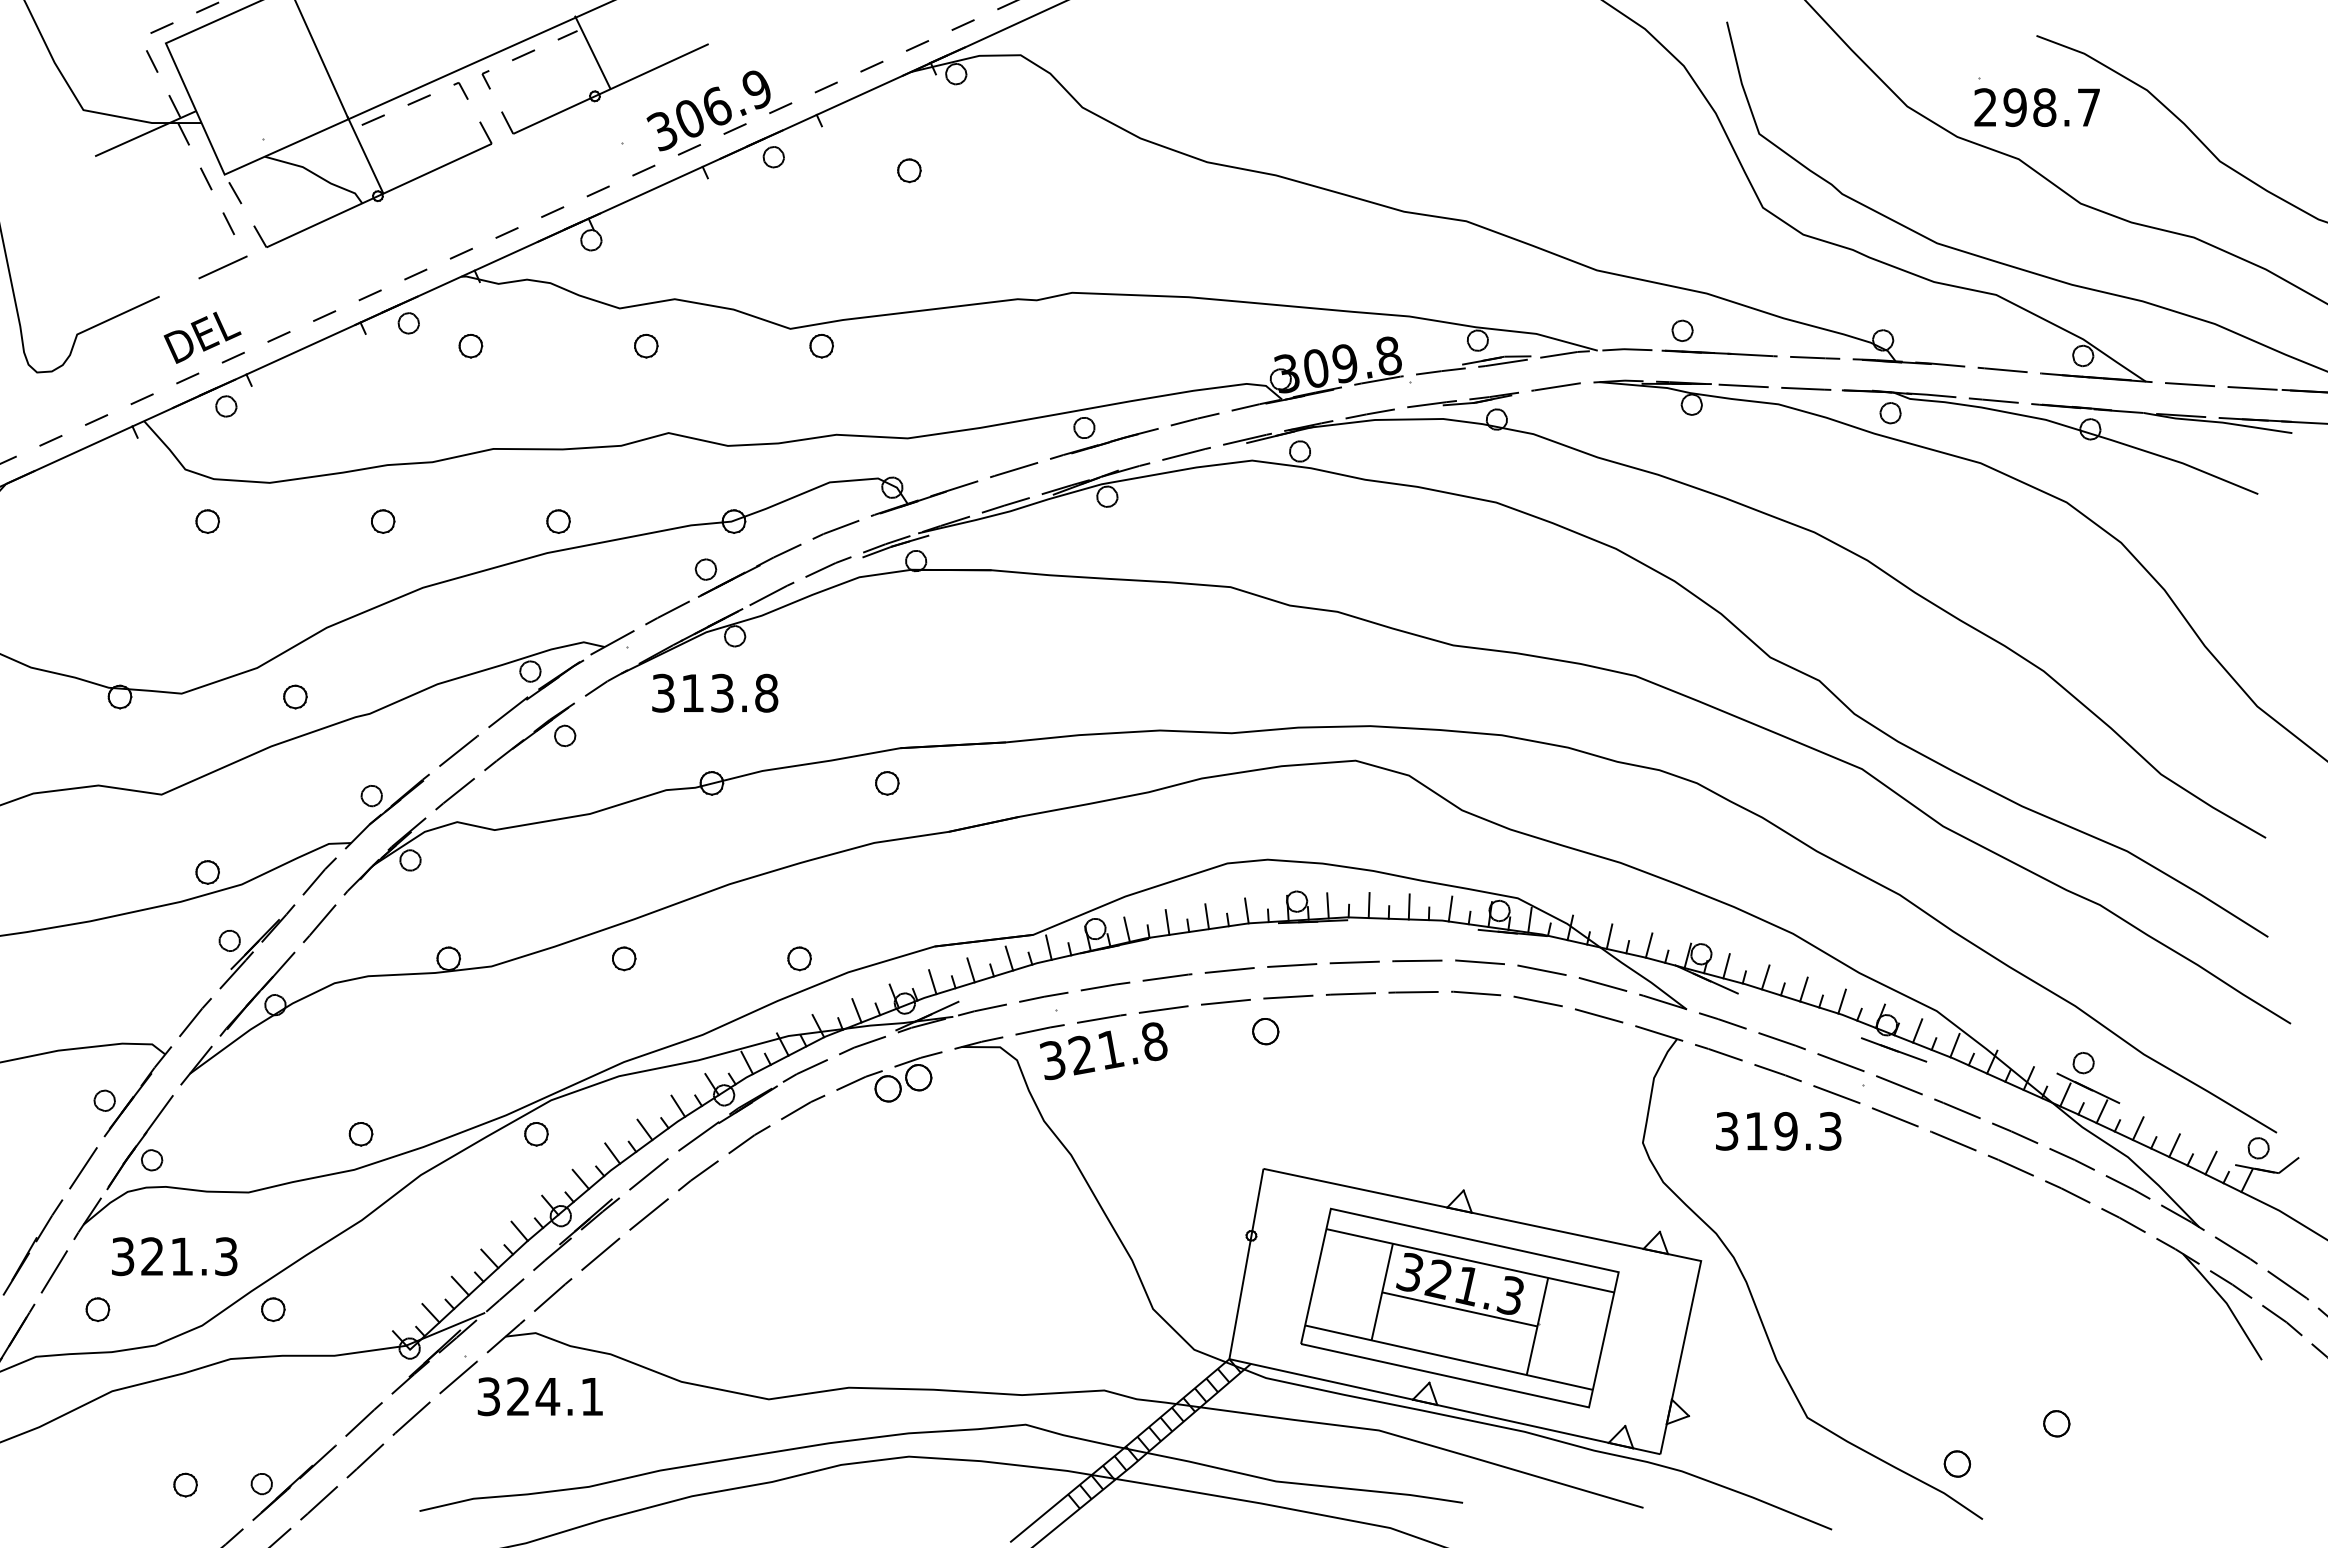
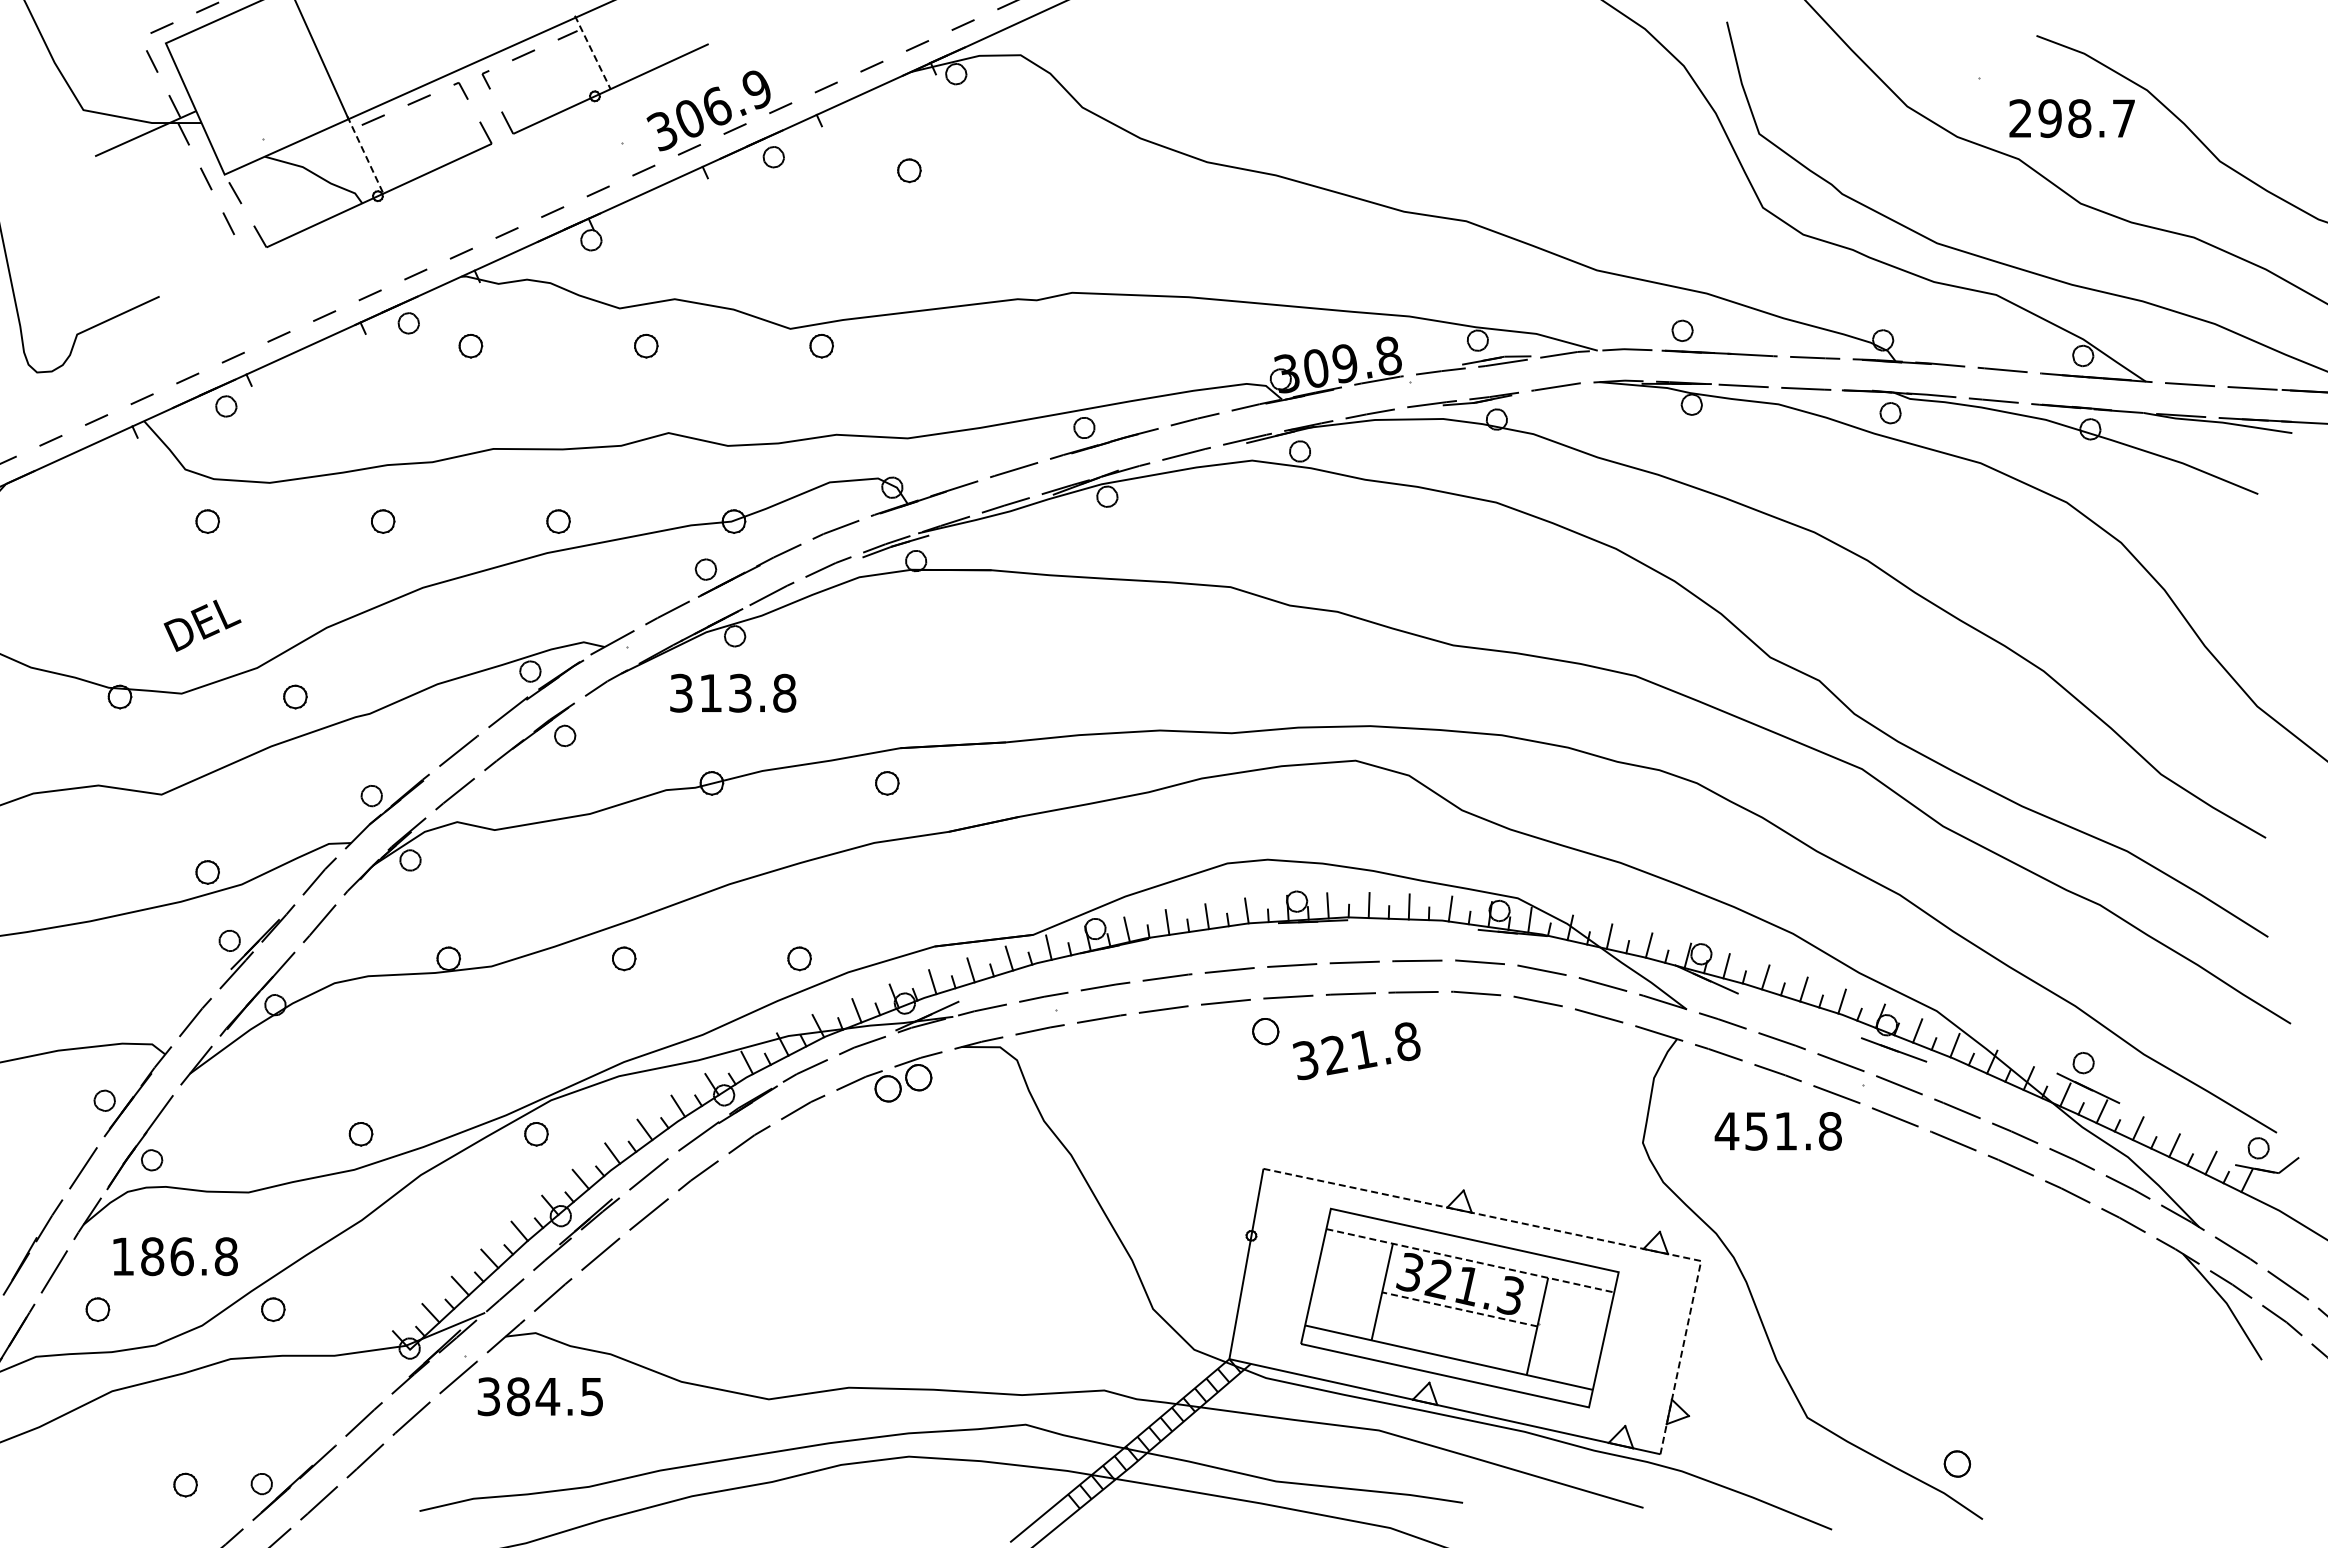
line at (592, 52): solid -> dashed
text at (2036, 107) position: (2036, 107) -> (2071, 118)
line at (365, 155): solid -> dashed
line at (222, 267): present -> none
text at (202, 337) position: (202, 337) -> (202, 625)
text at (715, 692) position: (715, 692) -> (733, 692)
text at (1103, 1051) position: (1103, 1051) -> (1356, 1051)
text at (1777, 1131): 319.3 -> 451.8
line at (1580, 1235): solid -> dashed
text at (174, 1256): 321.3 -> 186.8
line at (1470, 1260): solid -> dashed
line at (1459, 1309): solid -> dashed
text at (554, 1396): 324.1 -> 384.5
part at (2056, 1423): present -> none
